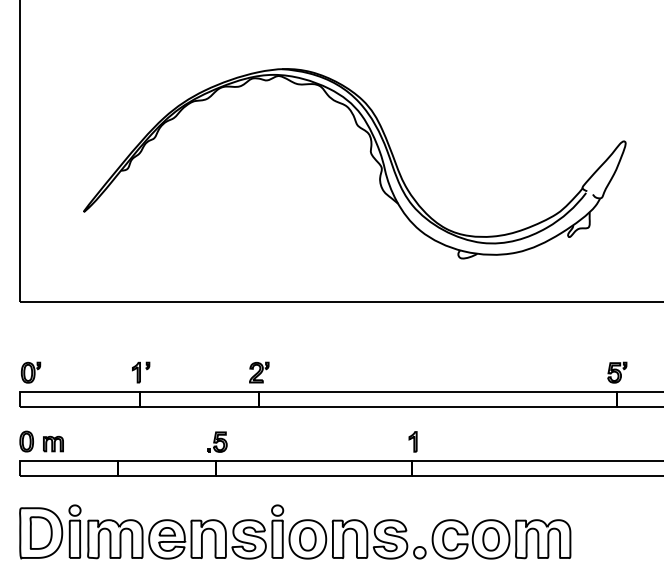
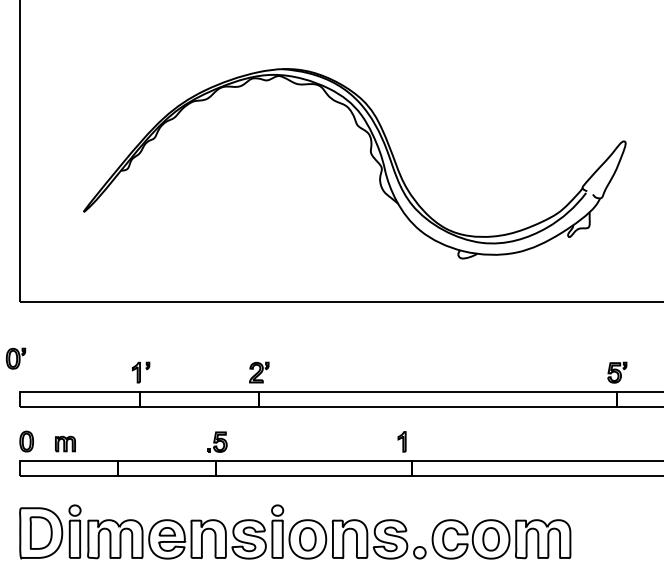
part at (30, 372) position: (30, 372) -> (15, 358)
part at (412, 441) position: (412, 441) -> (401, 441)
part at (53, 443) position: (53, 443) -> (65, 443)
